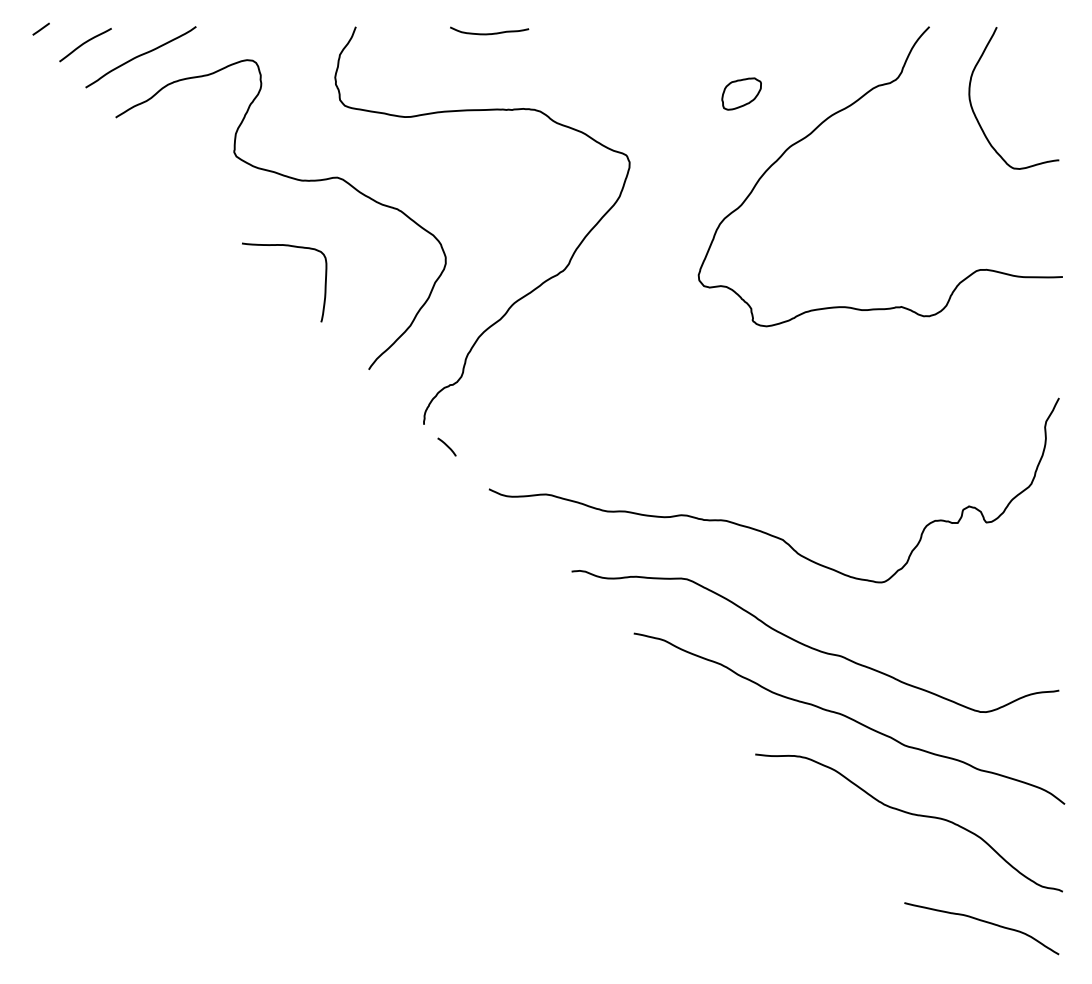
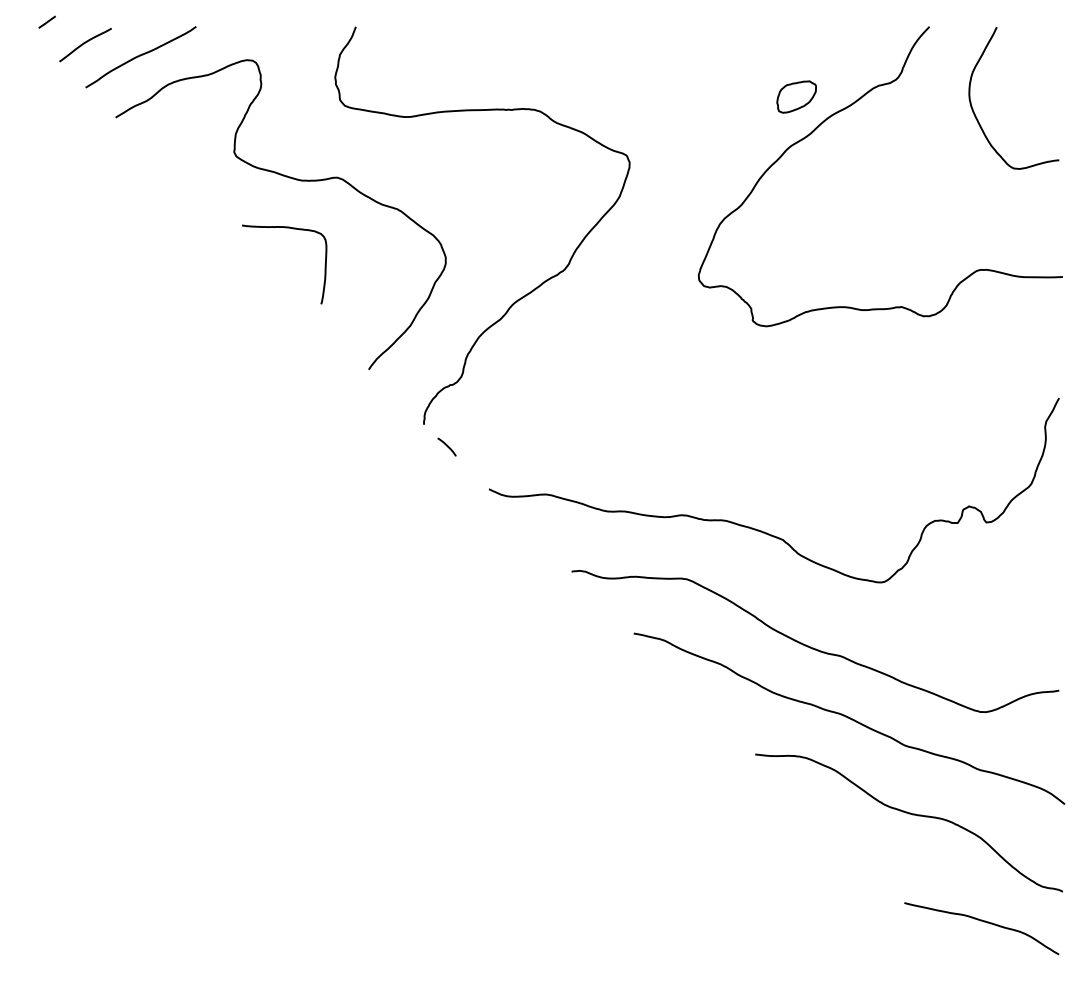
line at (40, 28) position: (40, 28) -> (46, 21)
curve at (489, 33): present -> none
part at (741, 93) position: (741, 93) -> (796, 96)
curve at (292, 247) position: (292, 247) -> (292, 229)
